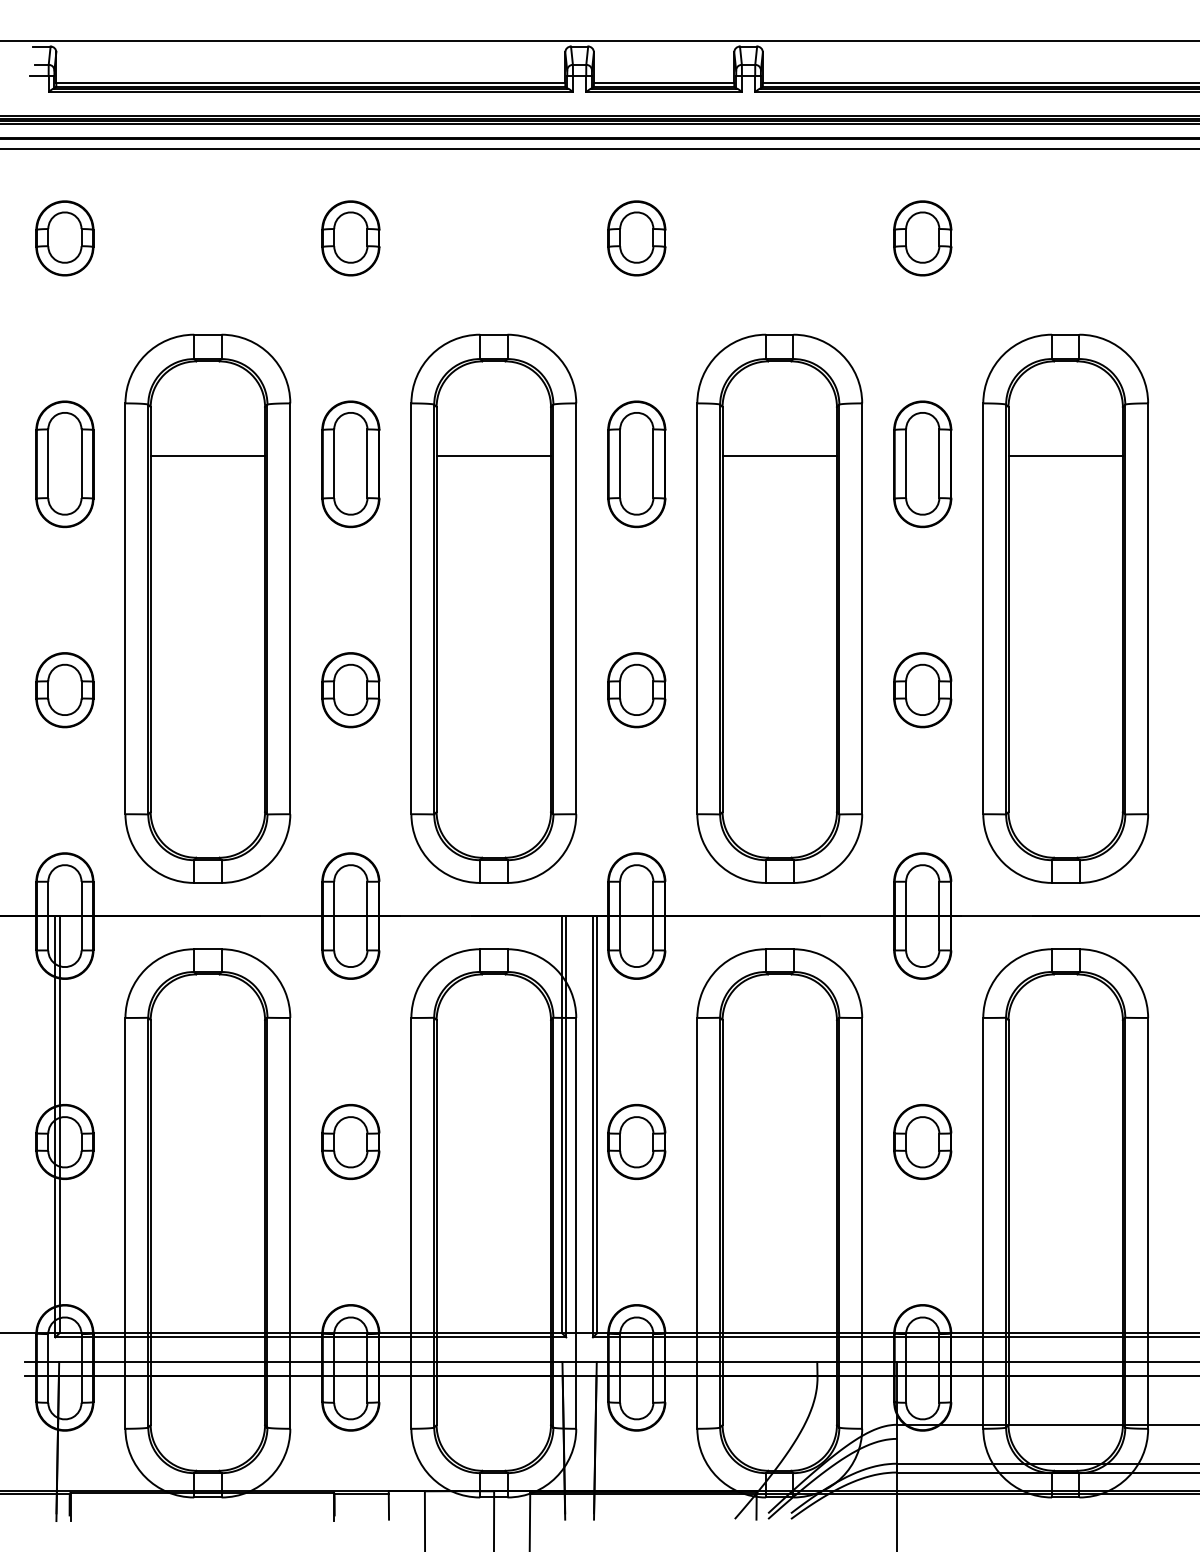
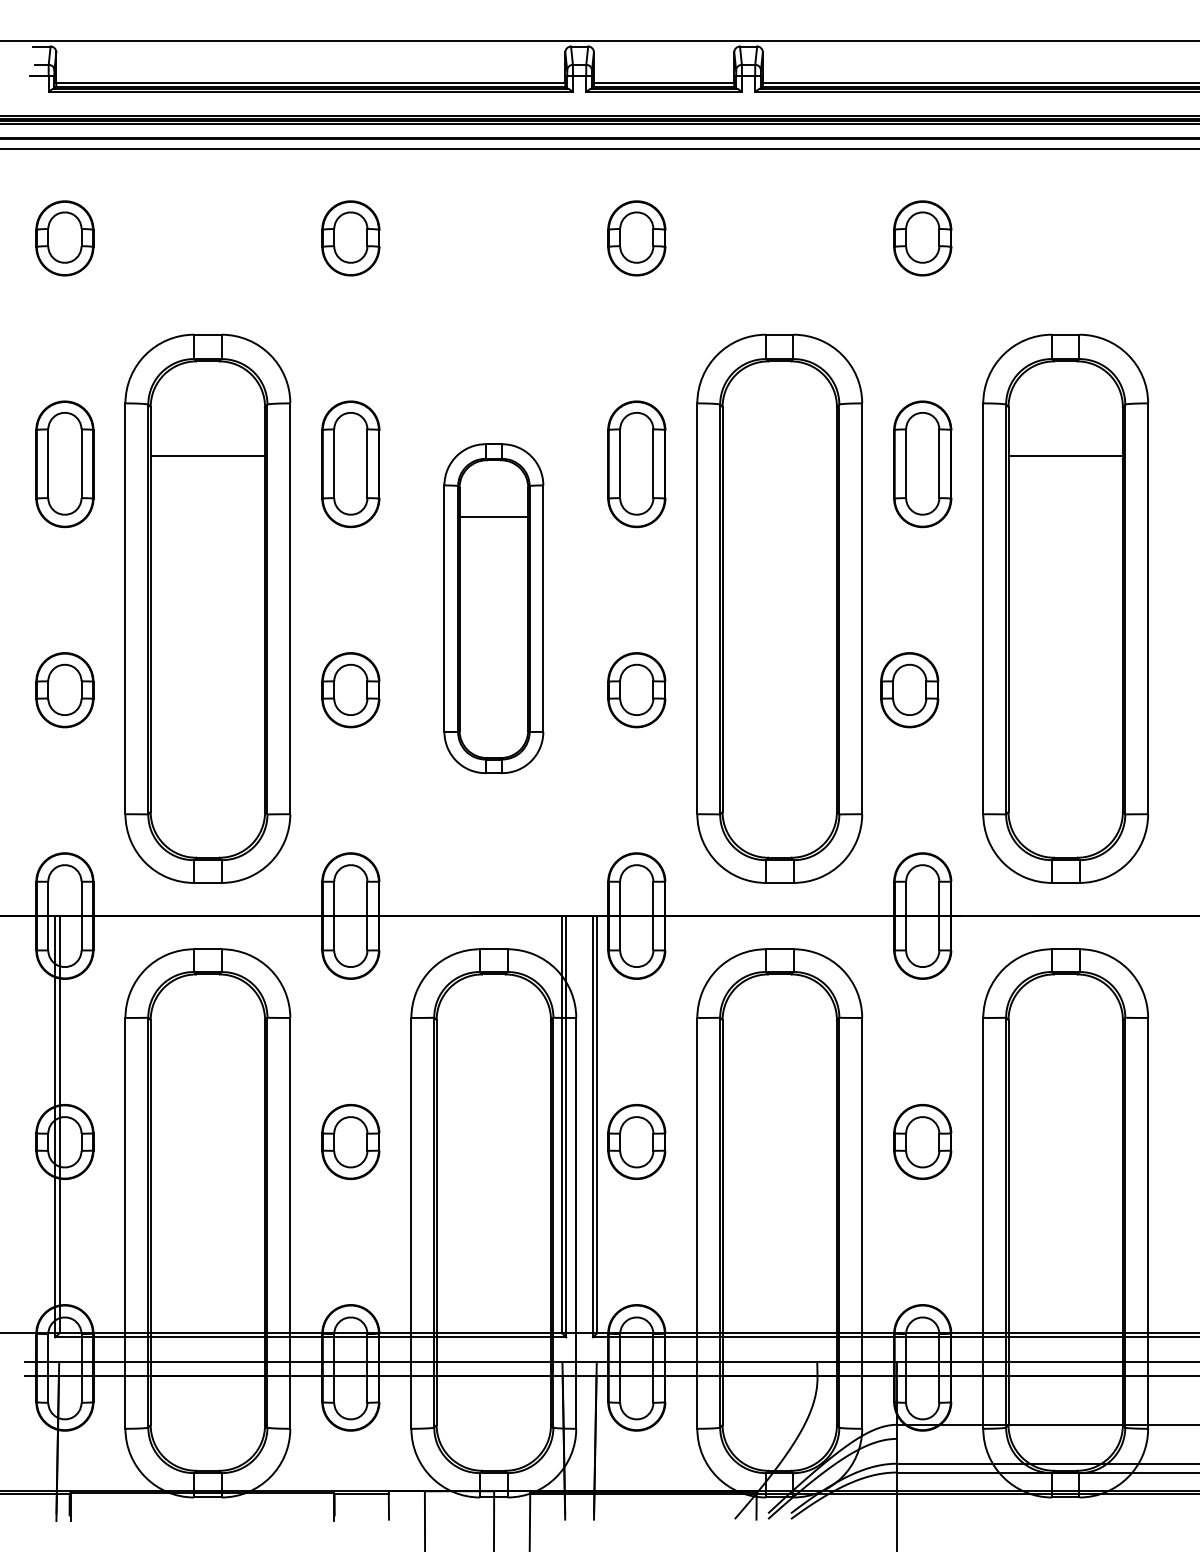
line at (779, 456): present -> none
part at (493, 608) size: 168x551 px -> 102x331 px
part at (922, 690) position: (922, 690) -> (909, 690)
